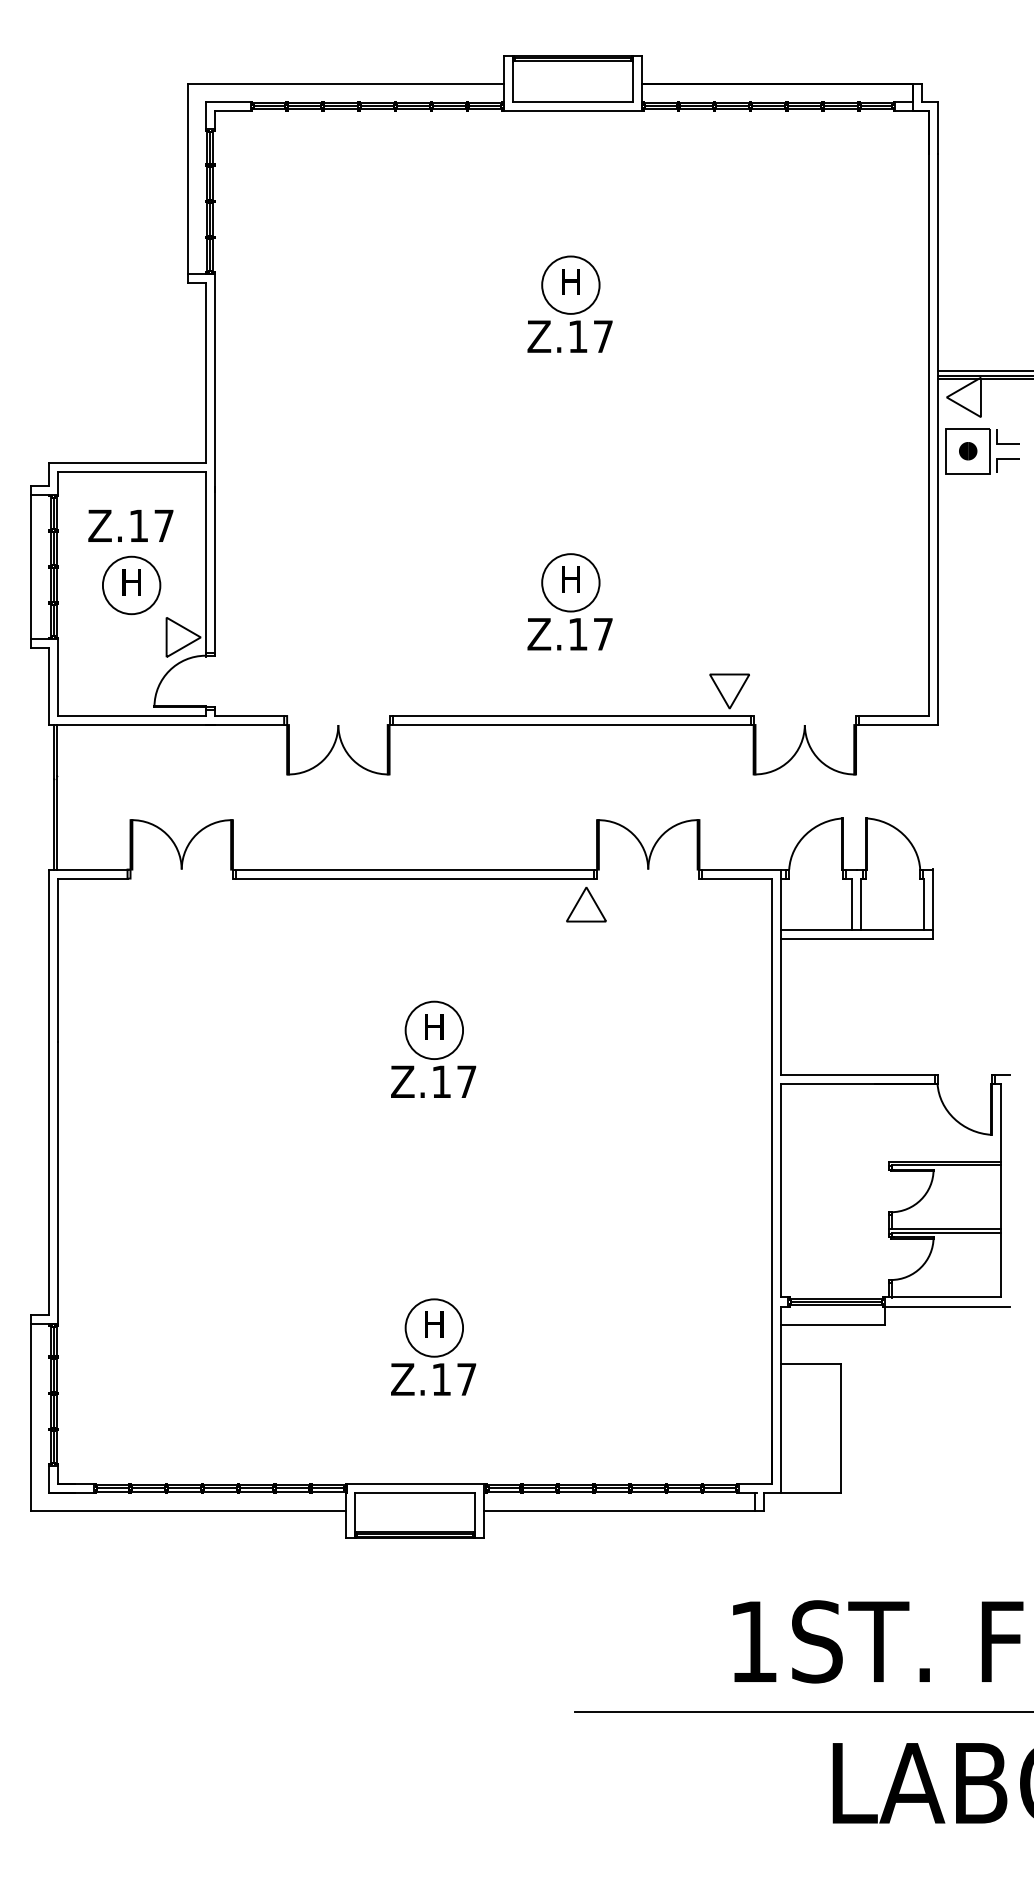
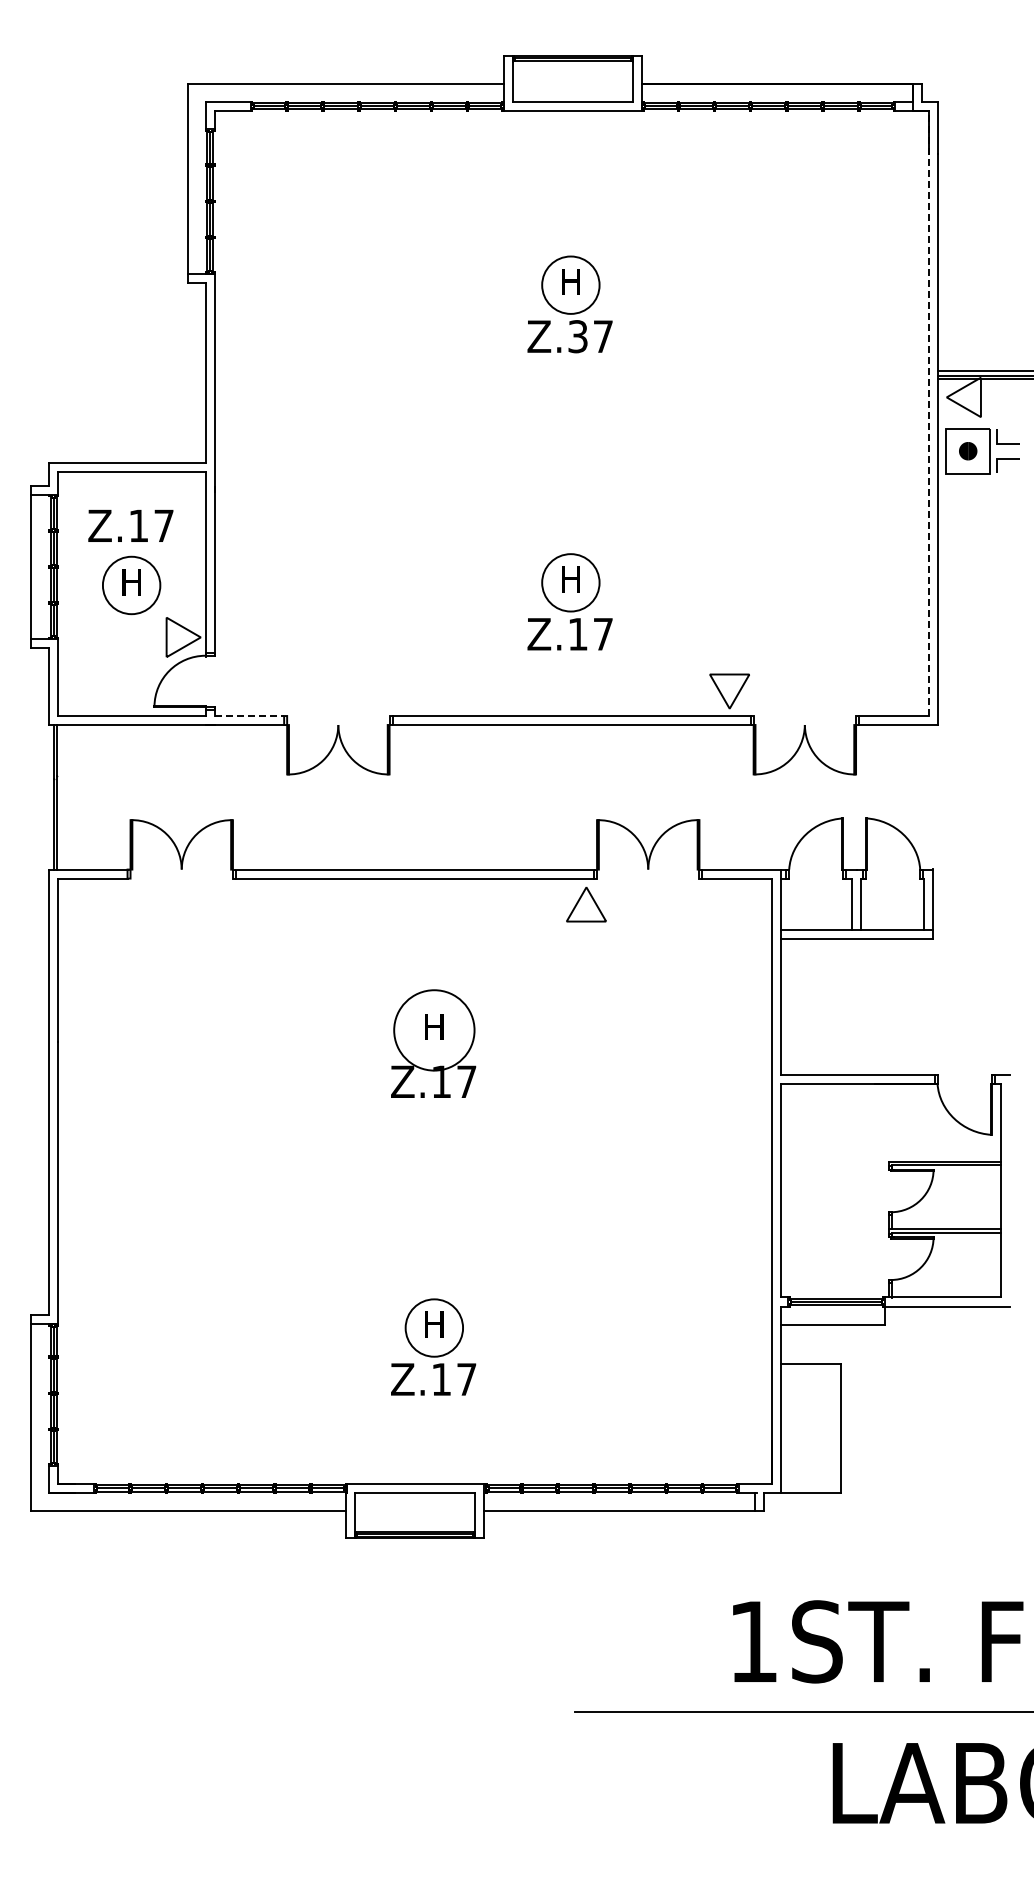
text at (577, 336): Z.17 -> Z.37
line at (928, 413): solid -> dashed
line at (249, 715): solid -> dashed
circle at (434, 1030) diameter: 57 px -> 80 px
